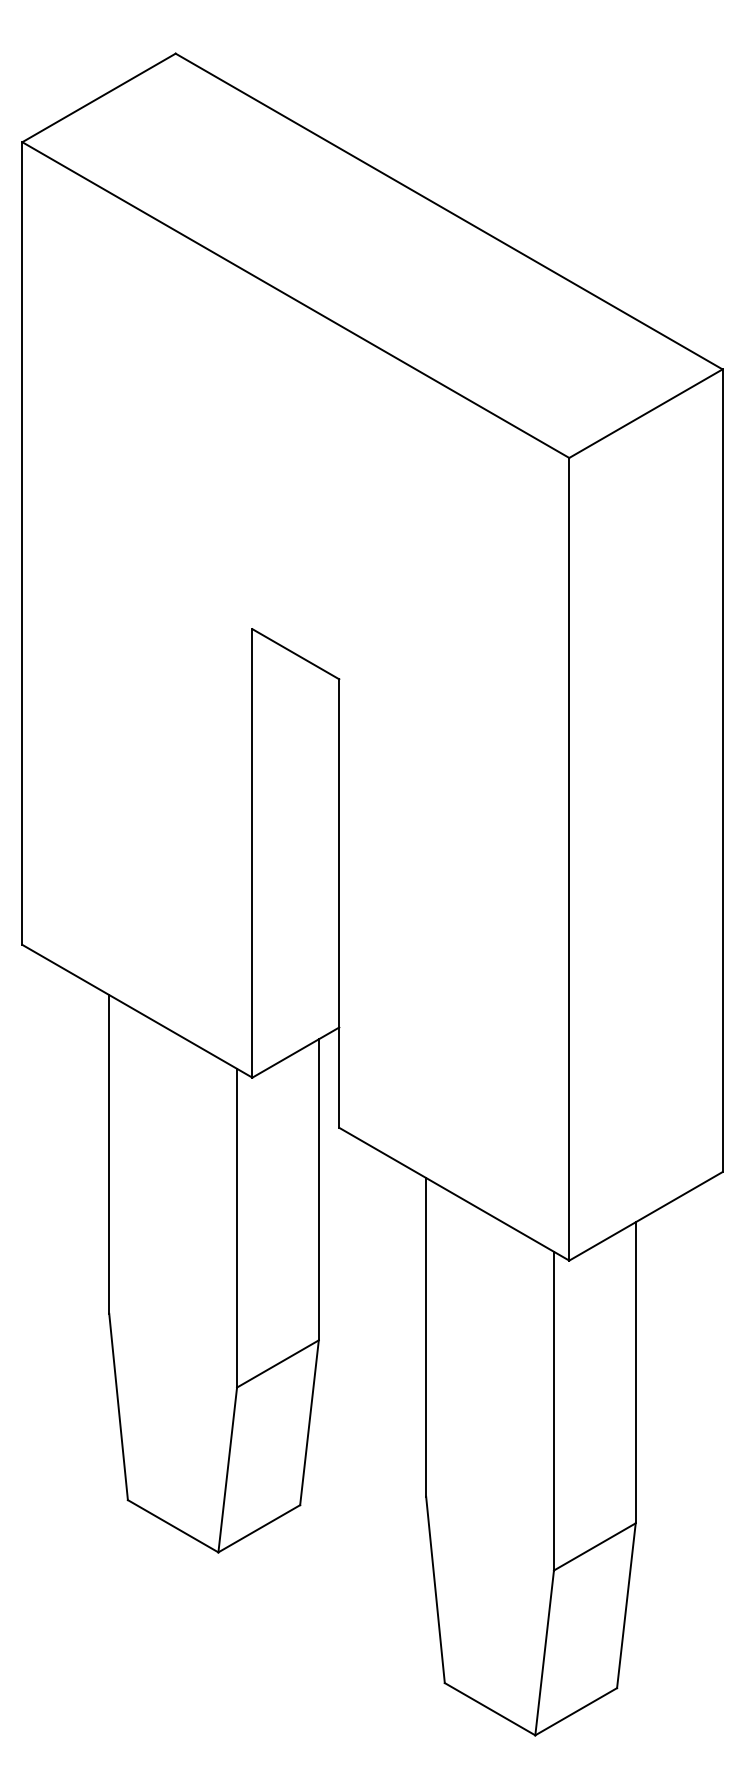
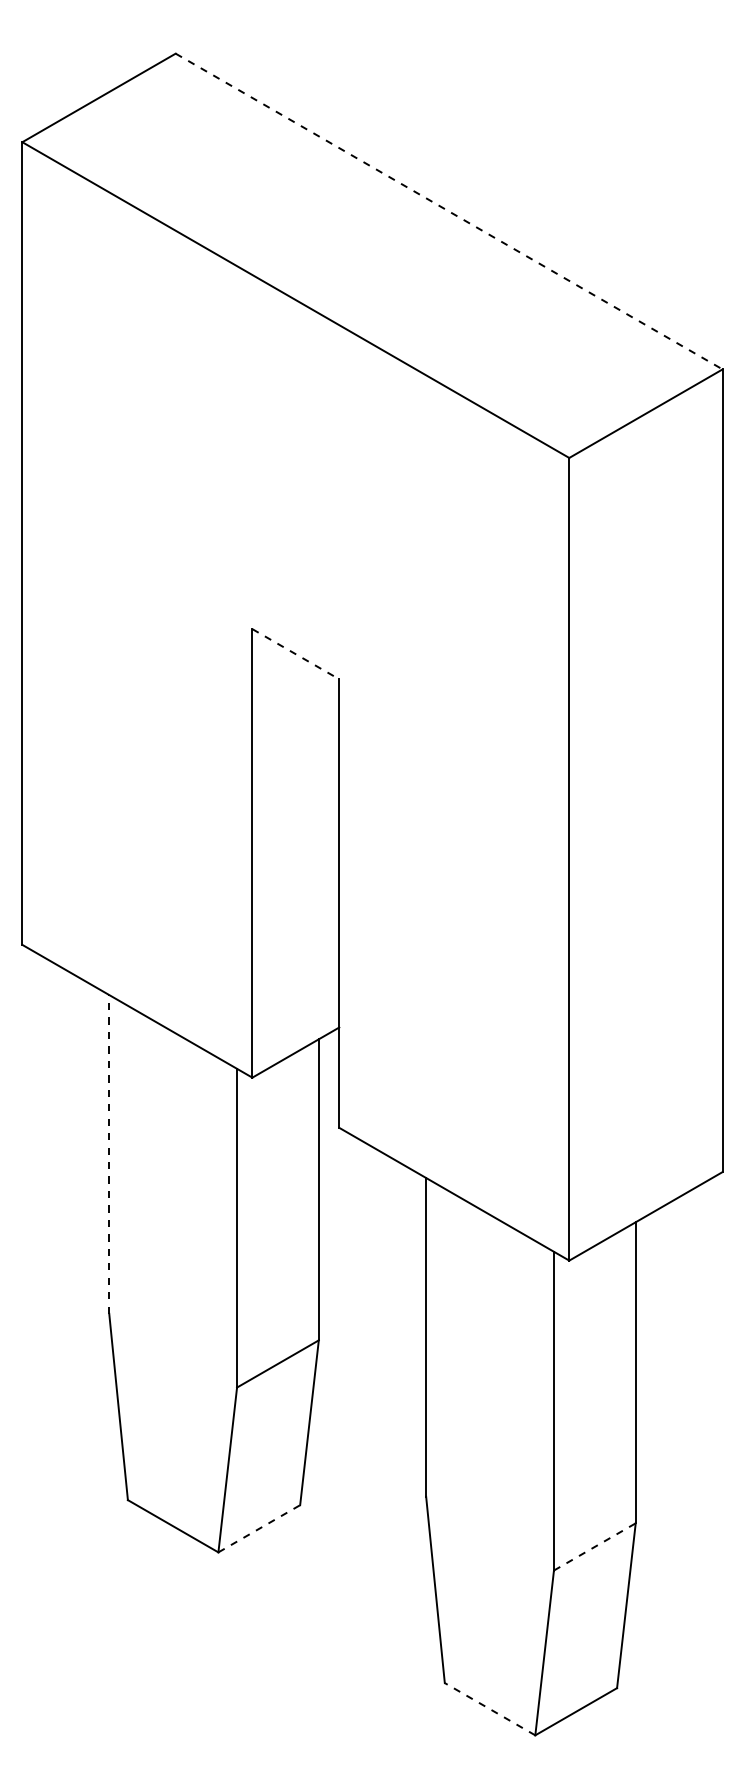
line at (449, 211): solid -> dashed
line at (296, 654): solid -> dashed
line at (109, 1153): solid -> dashed
line at (259, 1528): solid -> dashed
line at (595, 1546): solid -> dashed
line at (489, 1708): solid -> dashed
